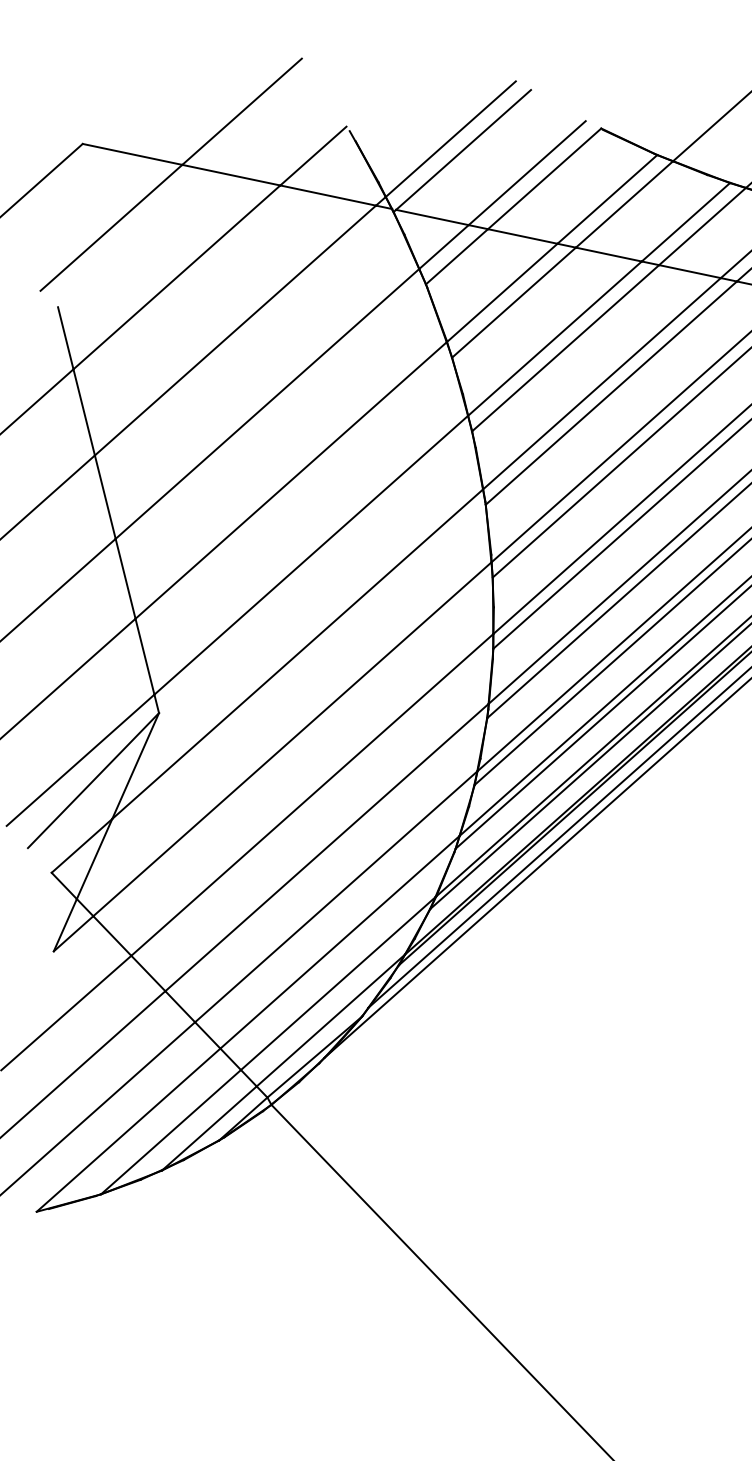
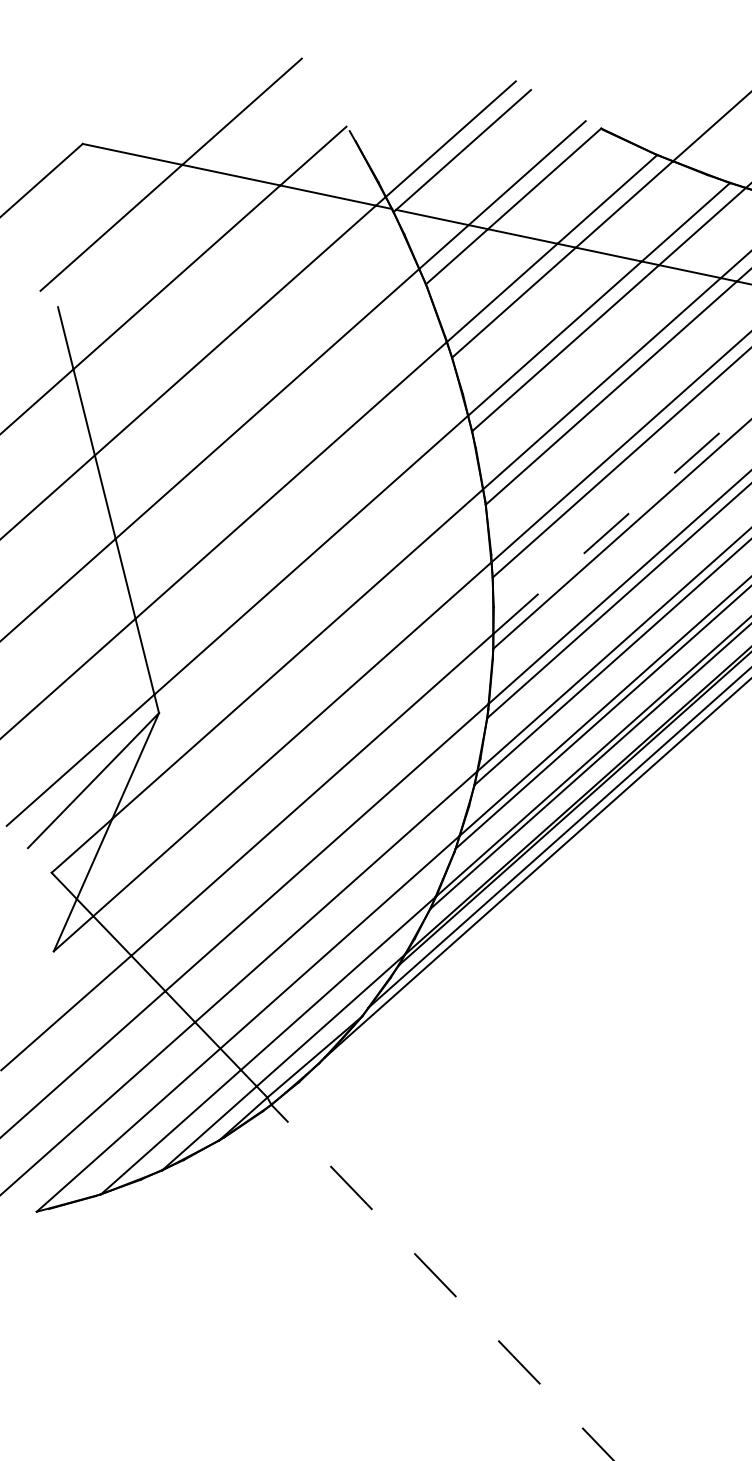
line at (622, 519): solid -> dashed
line at (442, 1282): solid -> dashed
